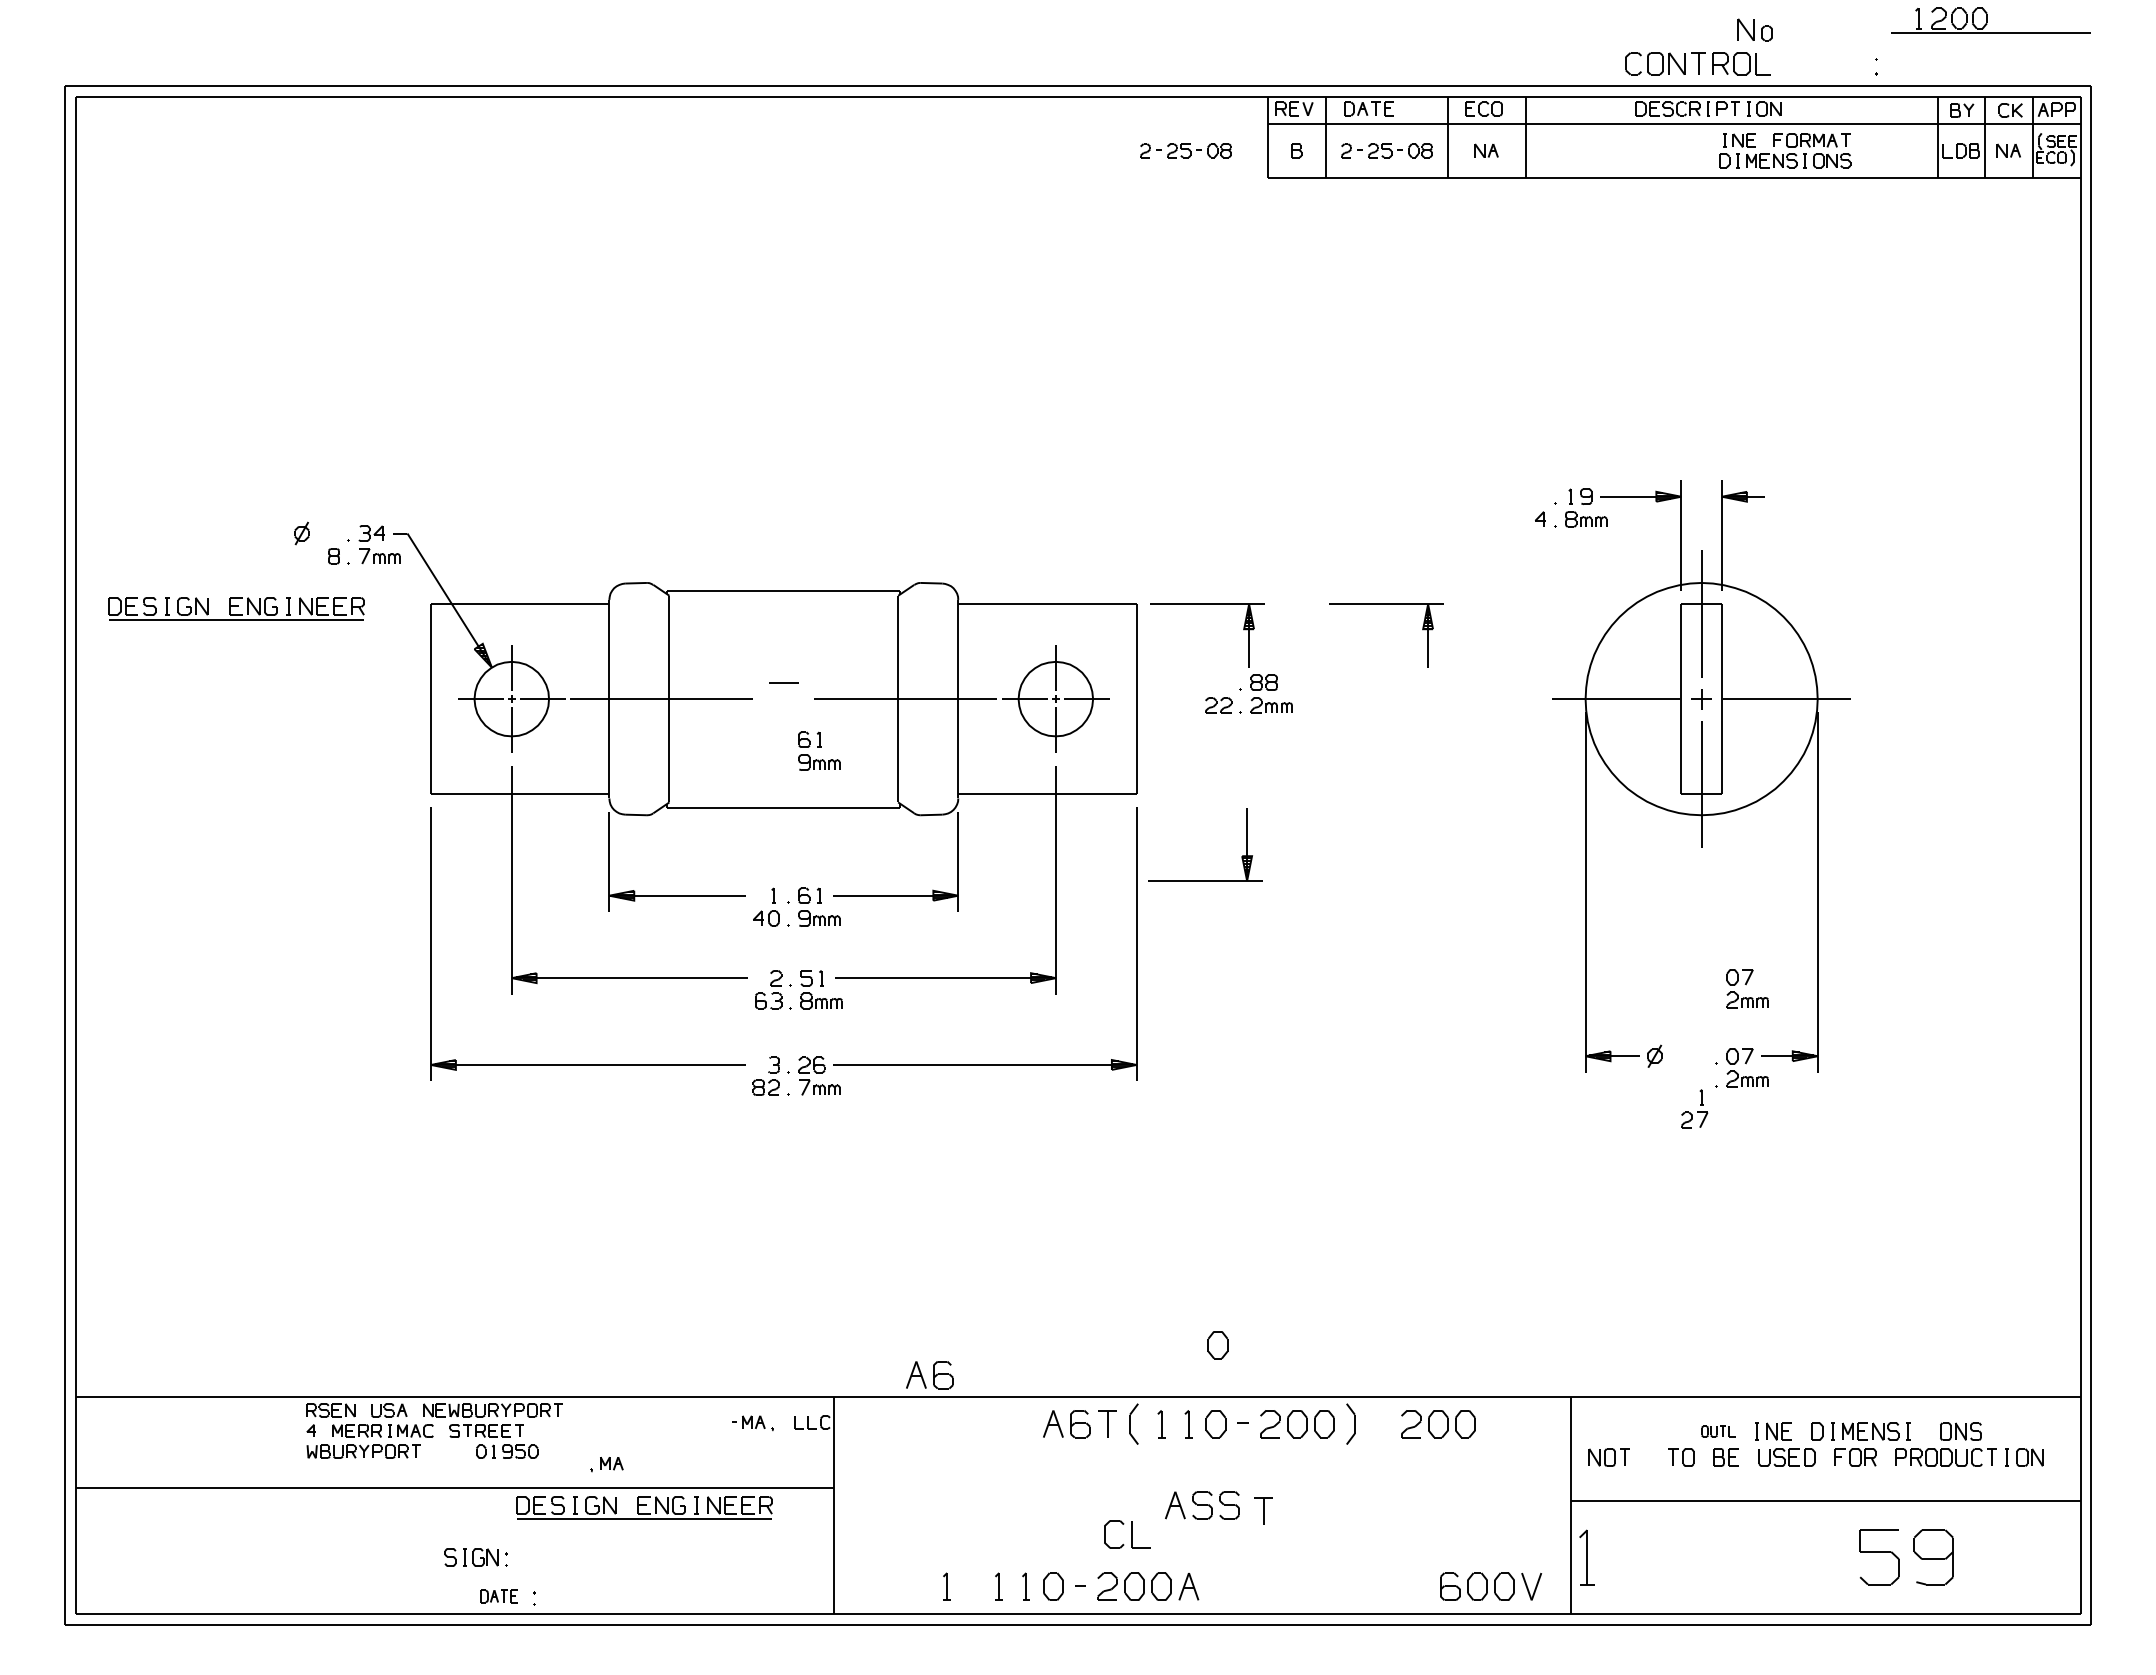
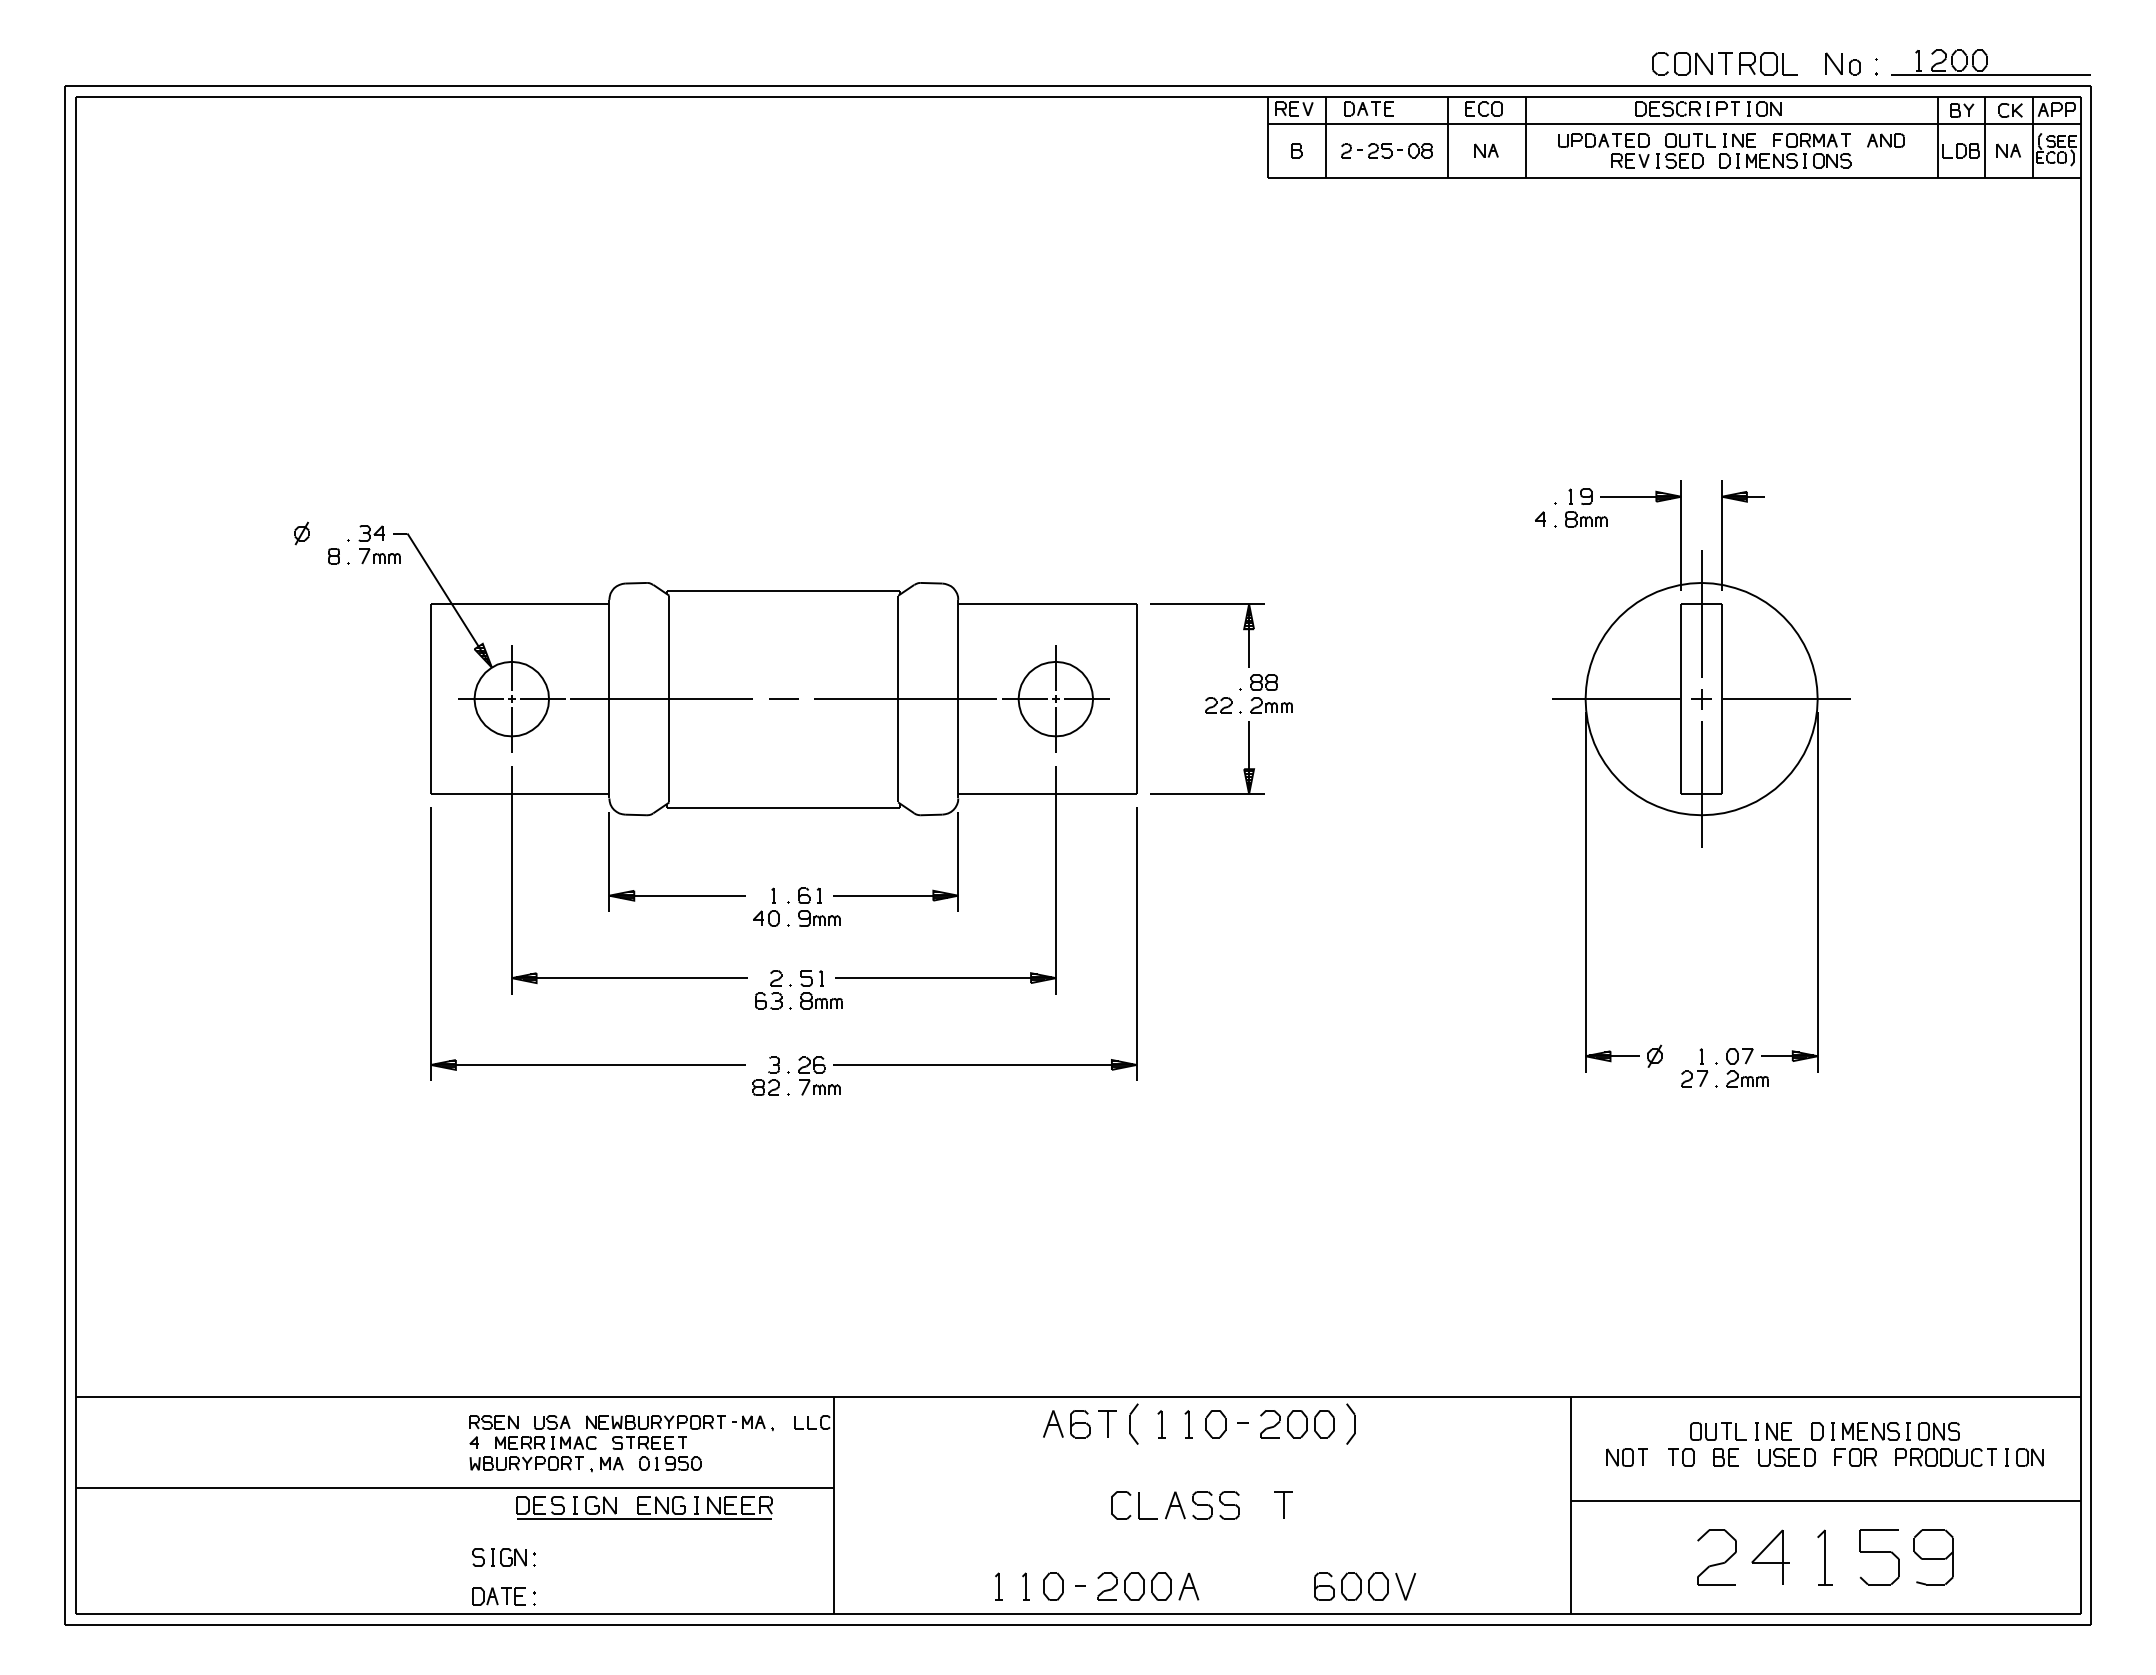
part at (1990, 20) position: (1990, 20) -> (1990, 62)
part at (1754, 29) position: (1754, 29) -> (1842, 63)
part at (1697, 63) position: (1697, 63) -> (1724, 63)
part at (1885, 140): none -> present
part at (1185, 150): present -> none
part at (1636, 150): none -> present
part at (1386, 604): present -> none
part at (236, 608): present -> none
line at (783, 682) position: (783, 682) -> (783, 698)
part at (819, 750): present -> none
part at (1205, 880) position: (1205, 880) -> (1207, 793)
part at (1747, 988): present -> none
part at (1694, 1108) position: (1694, 1108) -> (1694, 1067)
part at (1217, 1345): present -> none
part at (929, 1375): present -> none
part at (1438, 1424): present -> none
part at (434, 1430) position: (434, 1430) -> (597, 1442)
part at (1718, 1431) size: 35x13 px -> 57x19 px
part at (1960, 1431) position: (1960, 1431) -> (1938, 1431)
part at (1608, 1457) position: (1608, 1457) -> (1626, 1457)
part at (1263, 1510) position: (1263, 1510) -> (1283, 1504)
part at (1127, 1534) position: (1127, 1534) -> (1134, 1505)
part at (1770, 1556): none -> present
part at (475, 1557) position: (475, 1557) -> (503, 1557)
part at (1586, 1557) position: (1586, 1557) -> (1824, 1557)
part at (1716, 1557): none -> present
part at (946, 1586): present -> none
part at (1491, 1586) position: (1491, 1586) -> (1365, 1586)
part at (498, 1596) size: 38x15 px -> 54x19 px
